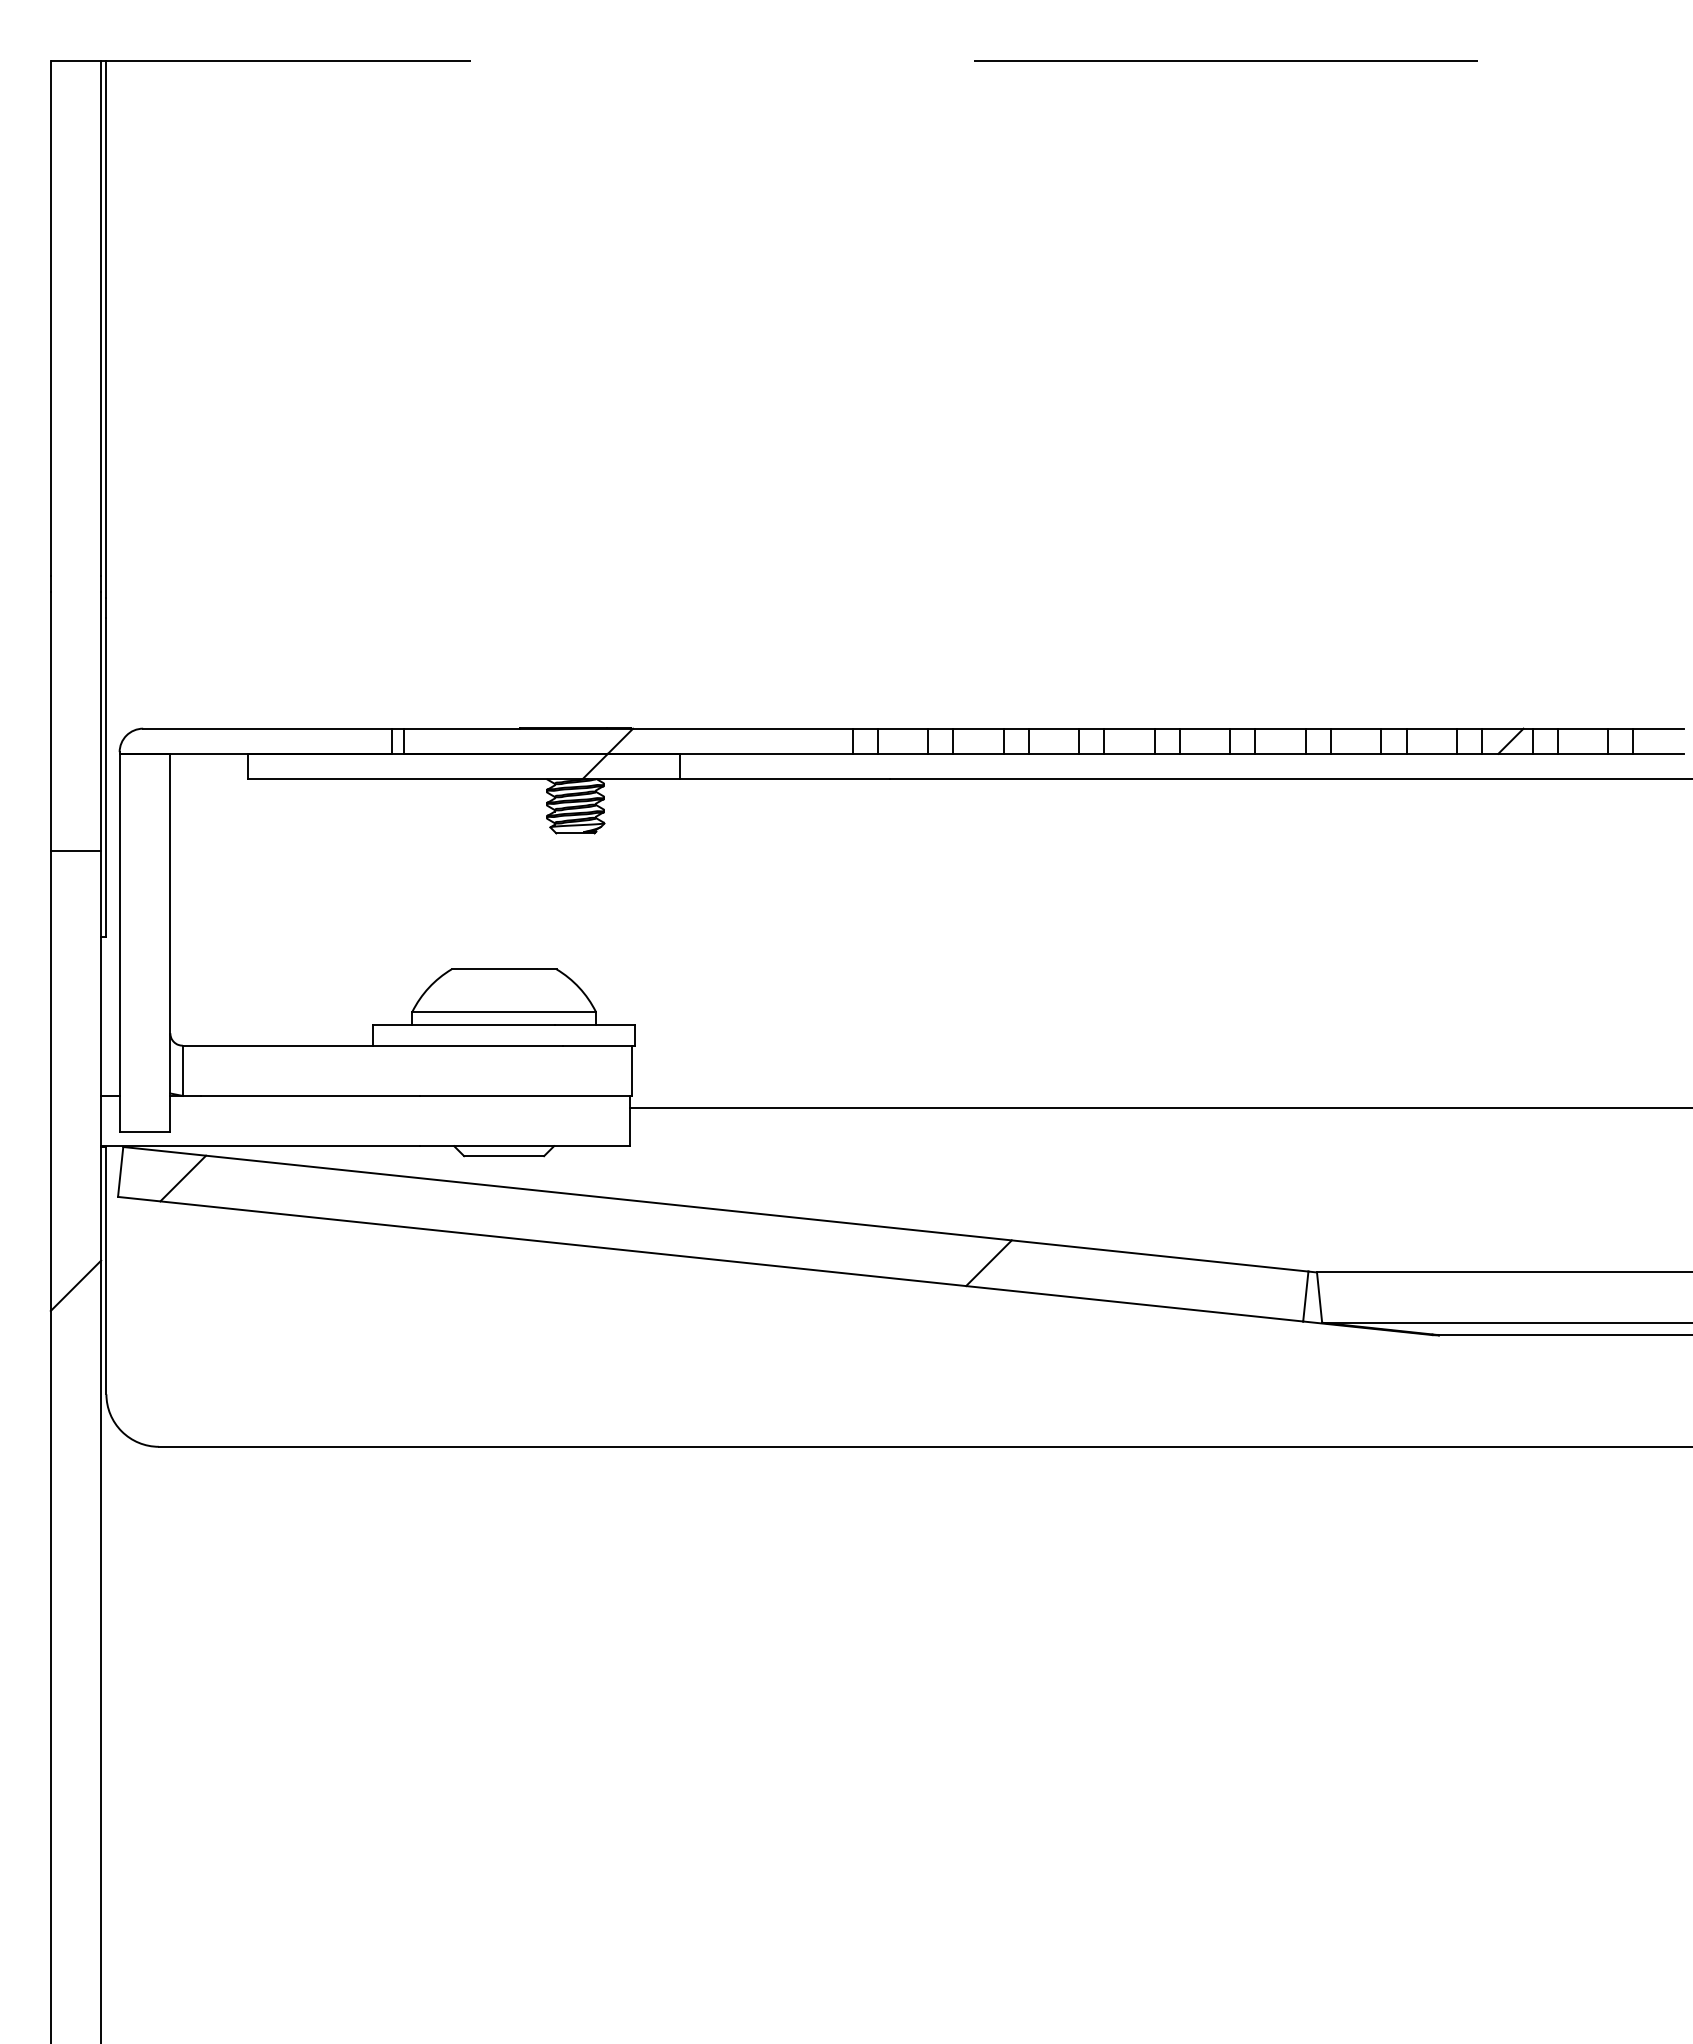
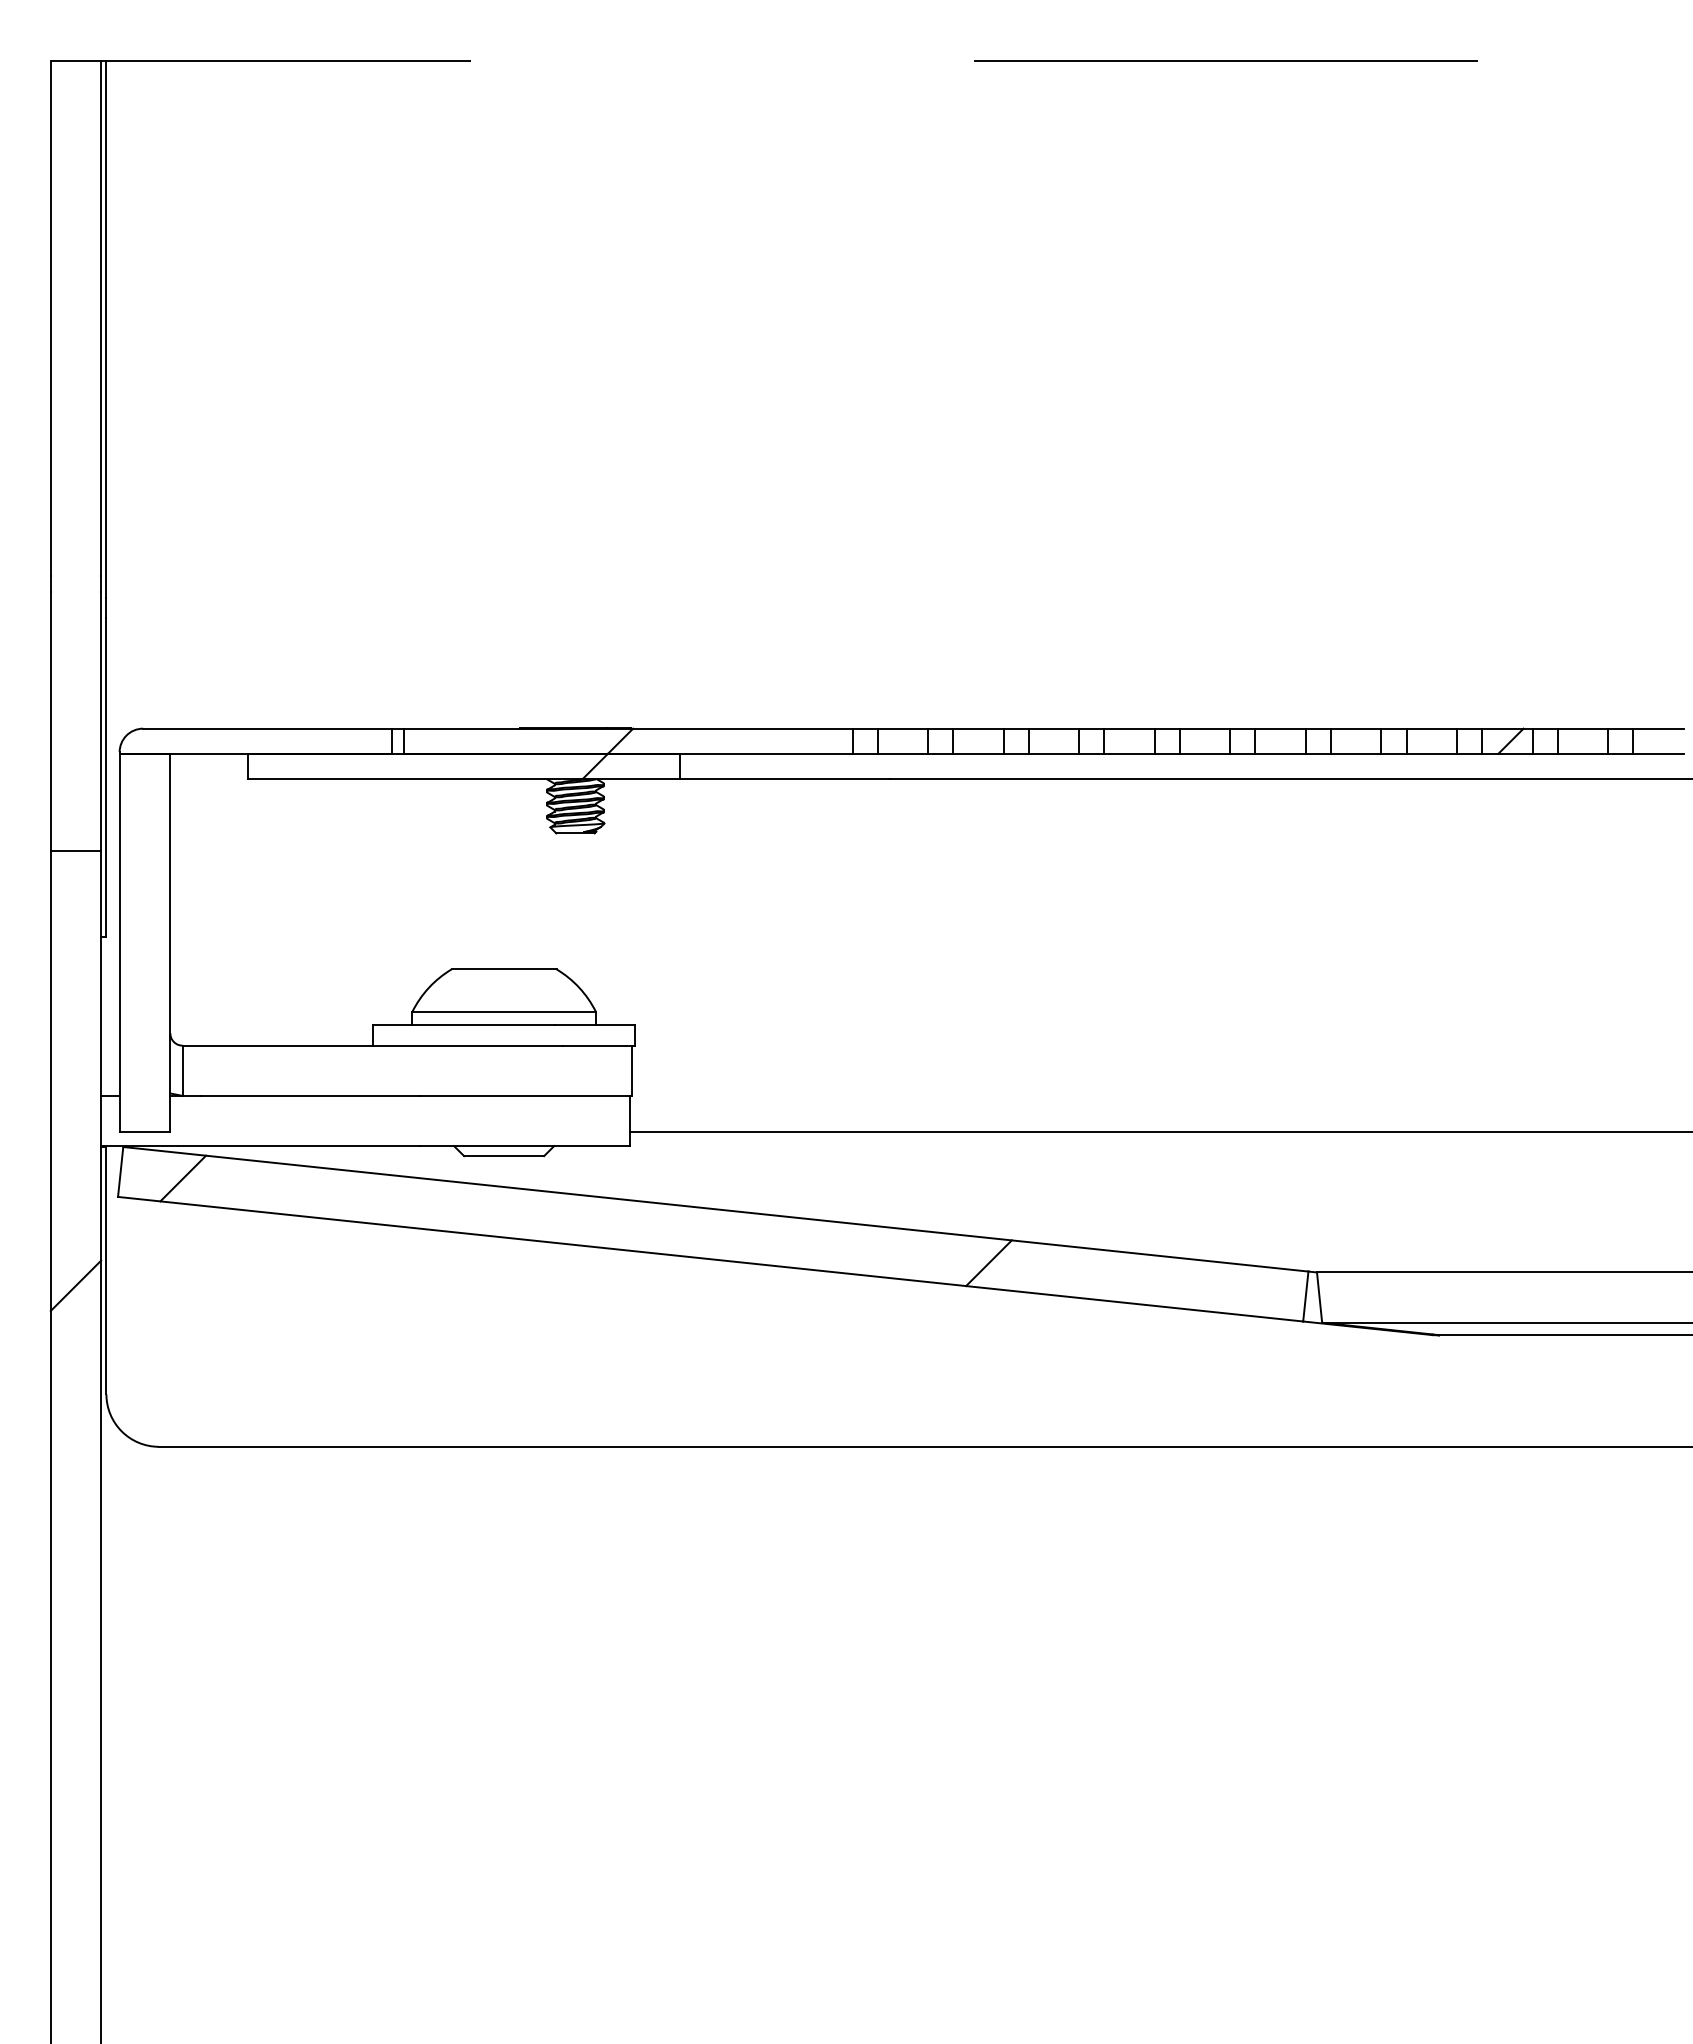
line at (1159, 1107) position: (1159, 1107) -> (1159, 1131)
